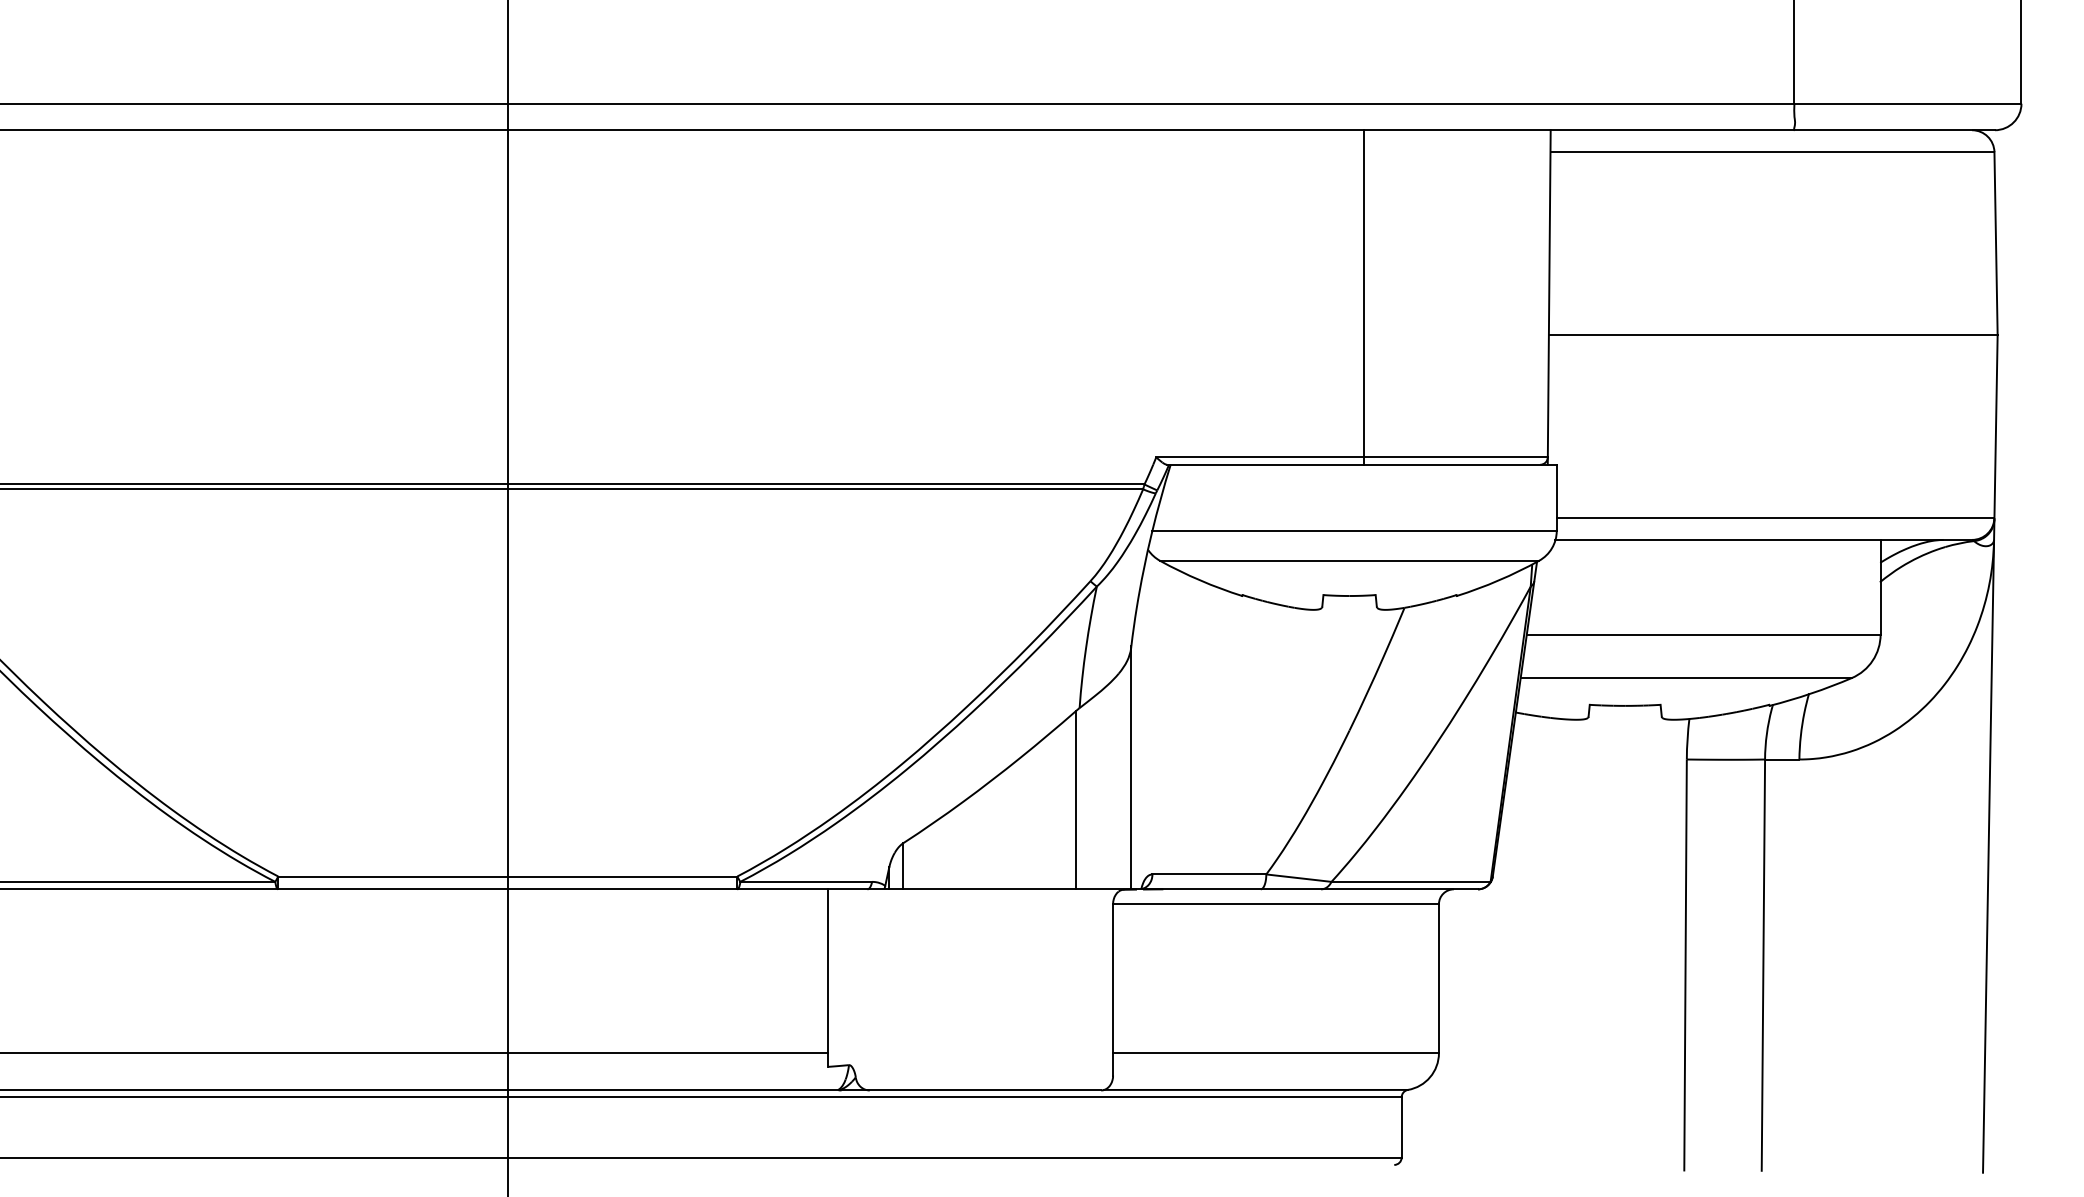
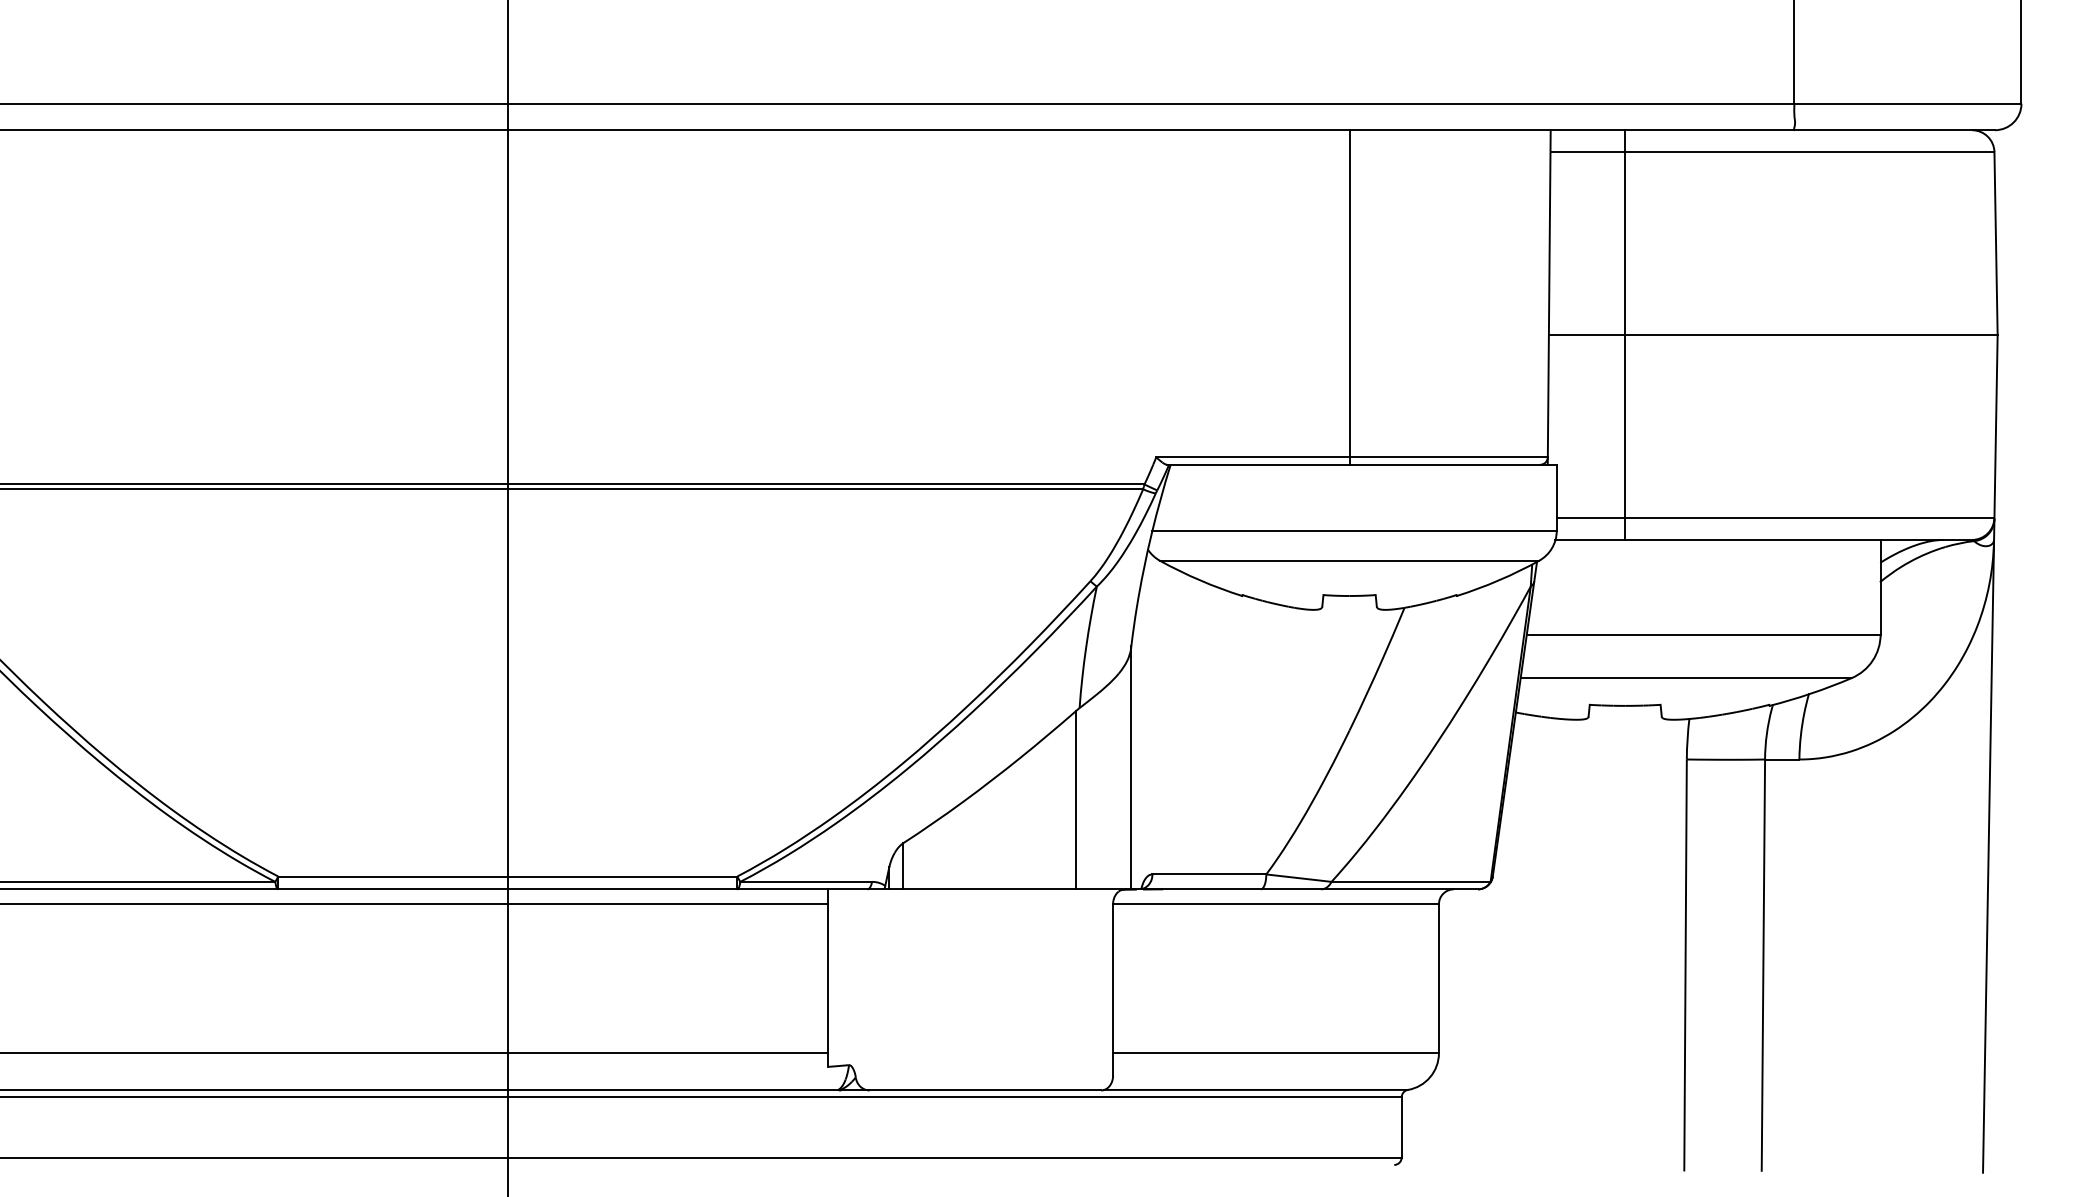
line at (1363, 297) position: (1363, 297) -> (1349, 297)
line at (1625, 334): none -> present
line at (415, 904): none -> present
